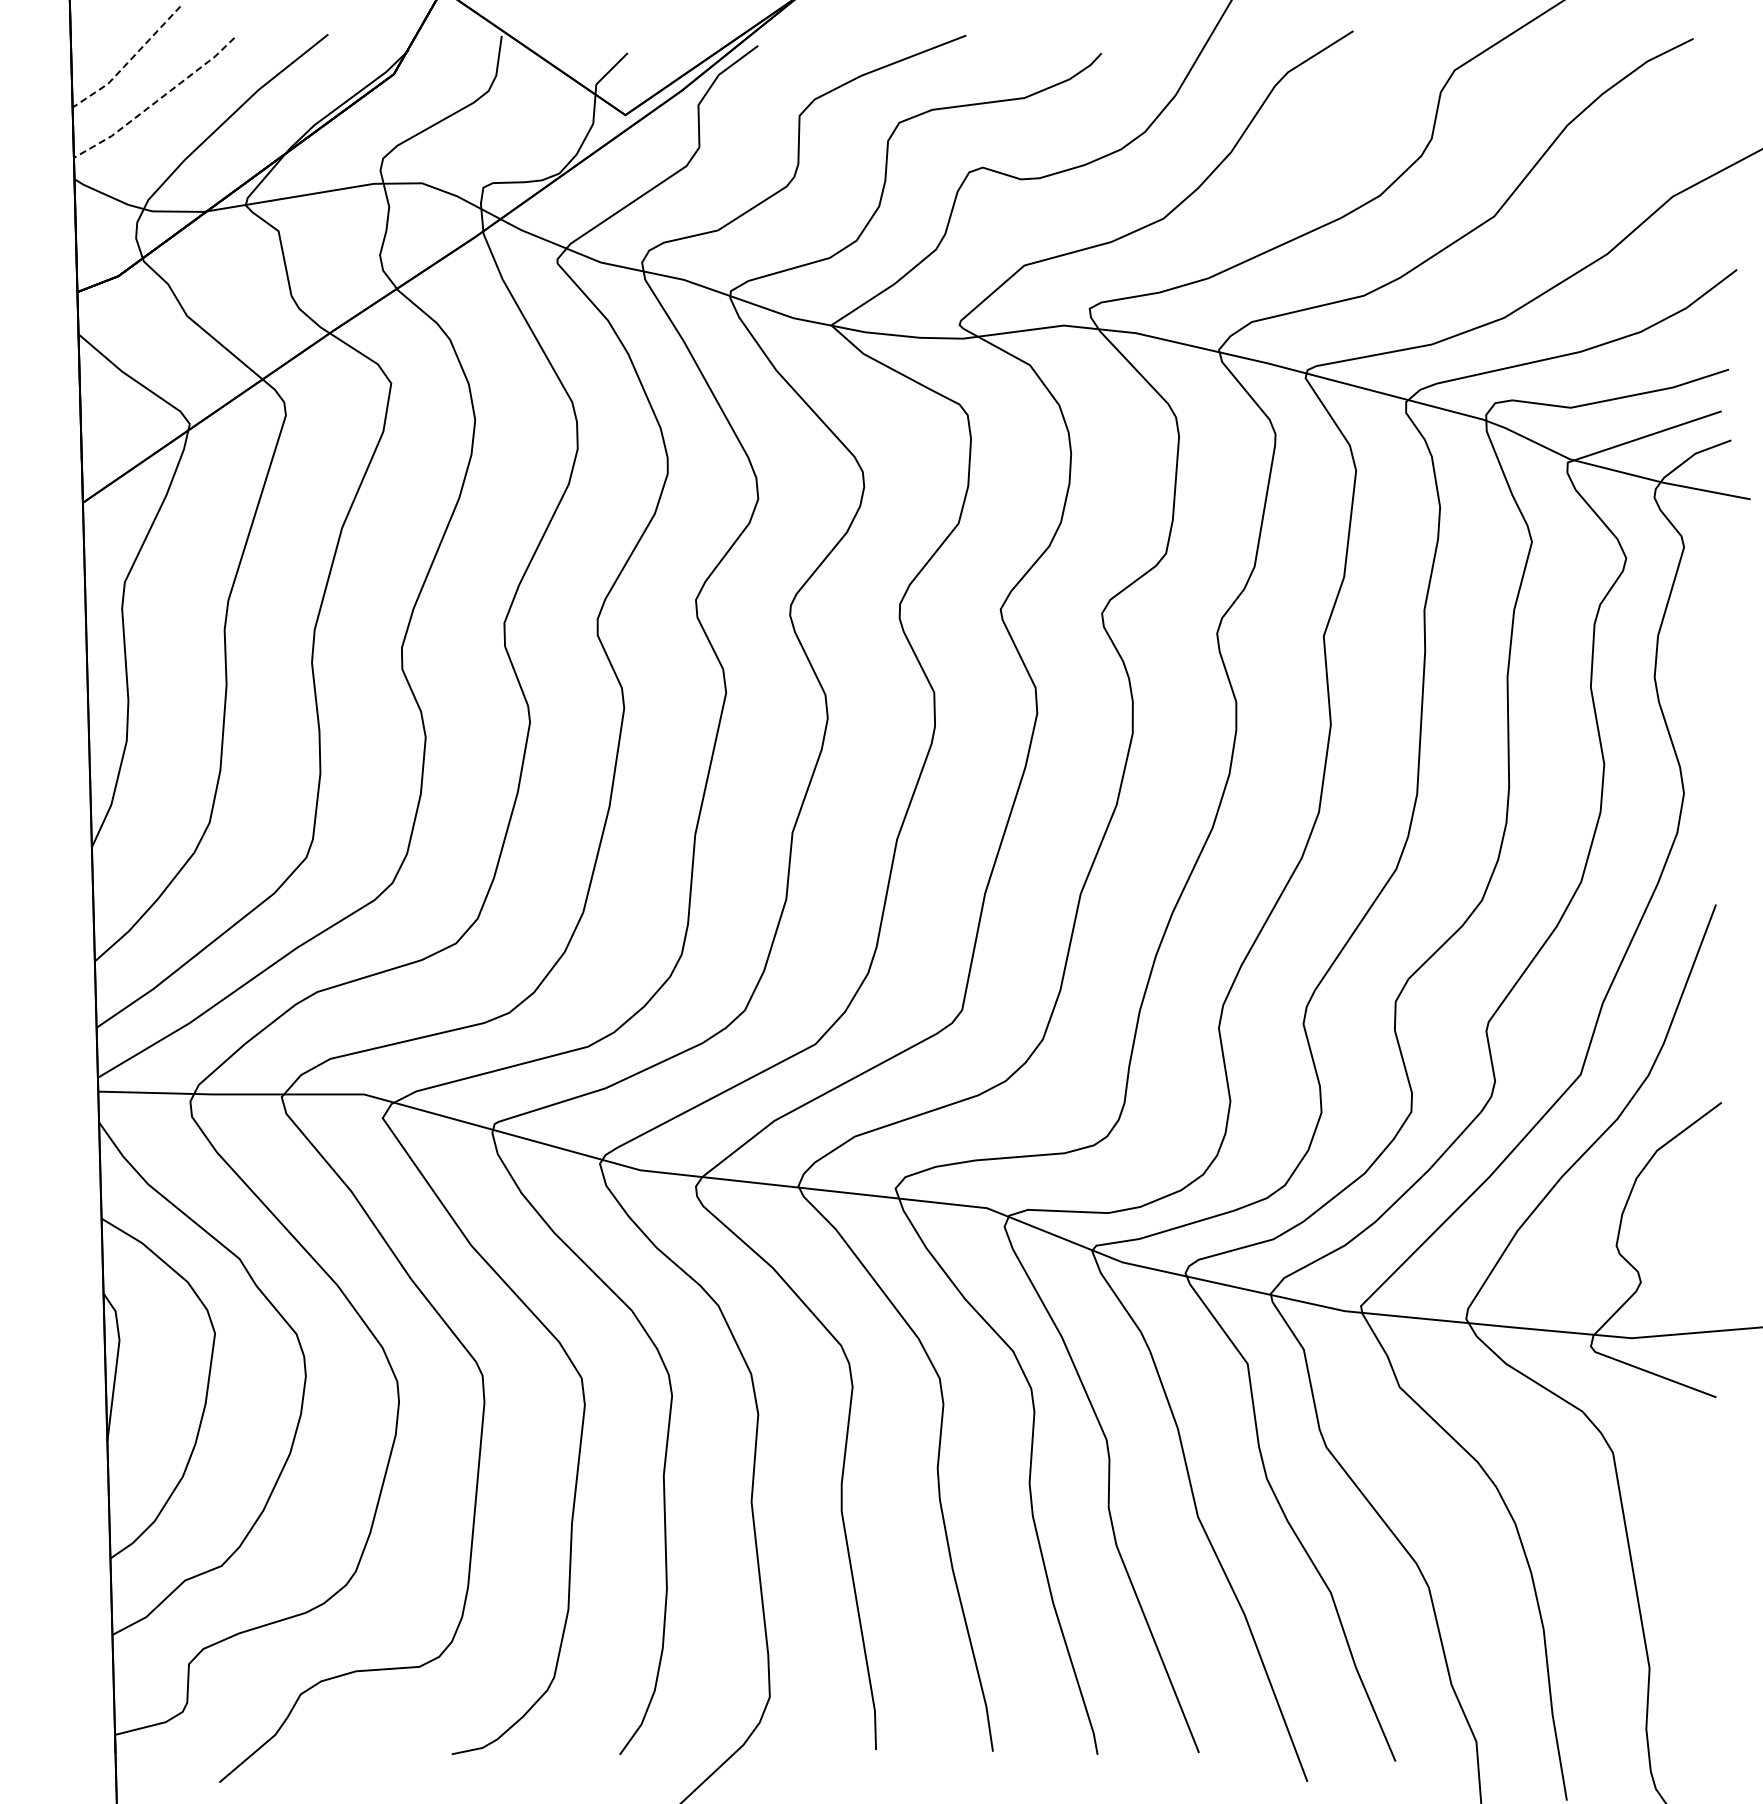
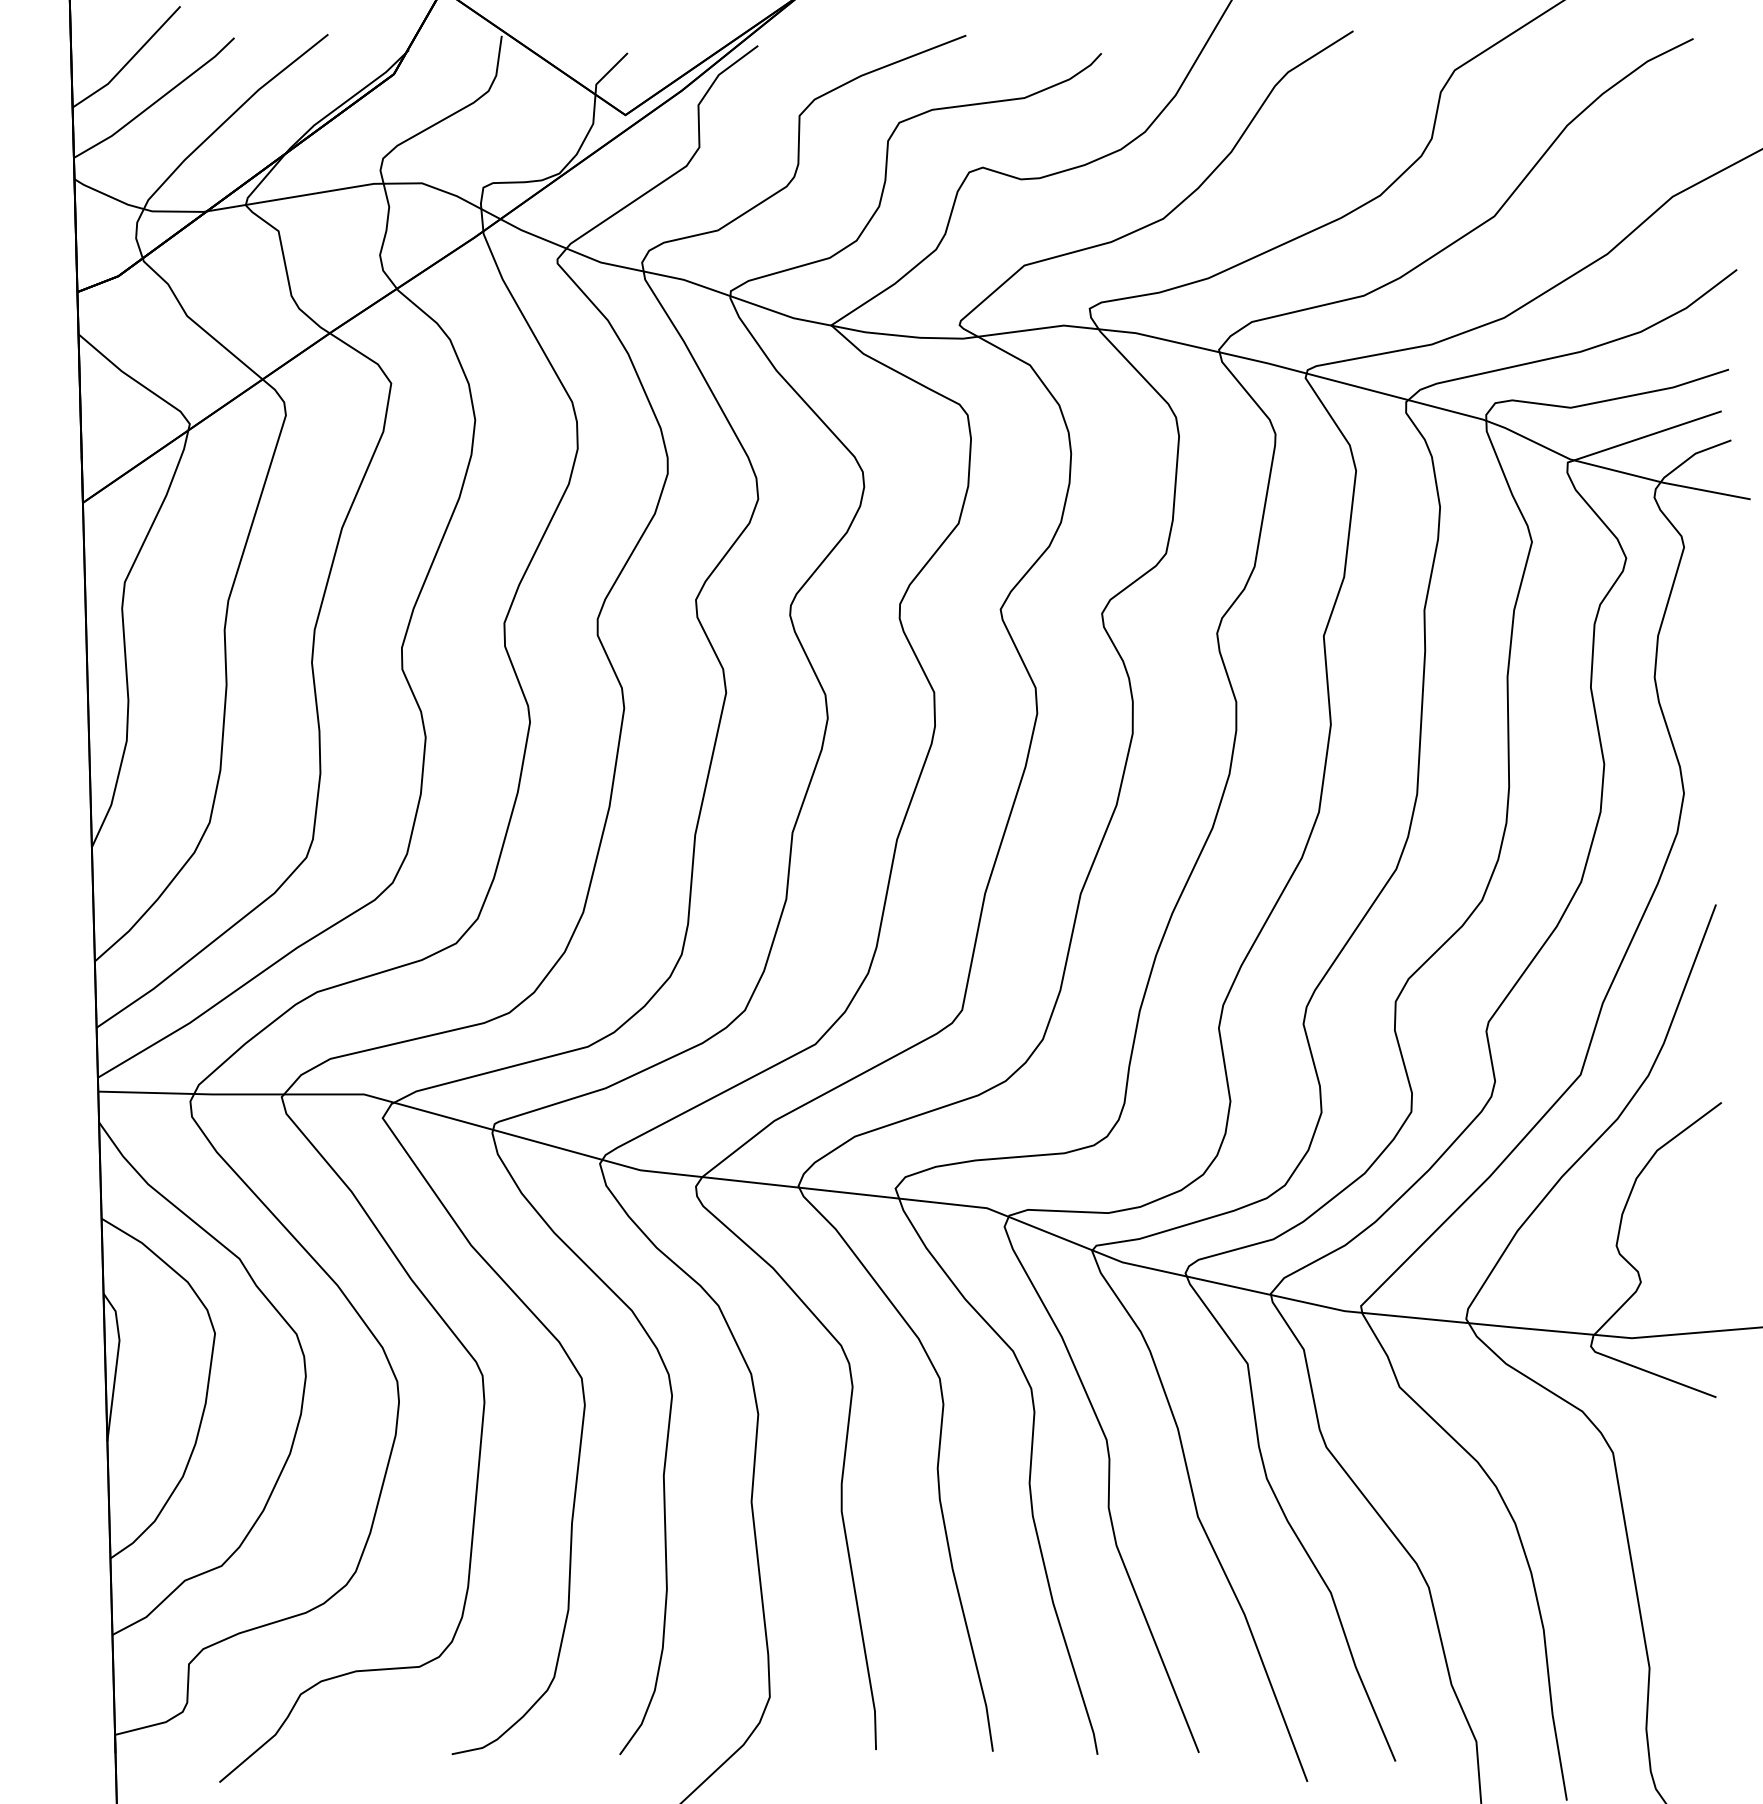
line at (129, 61): dashed -> solid
line at (156, 101): dashed -> solid
